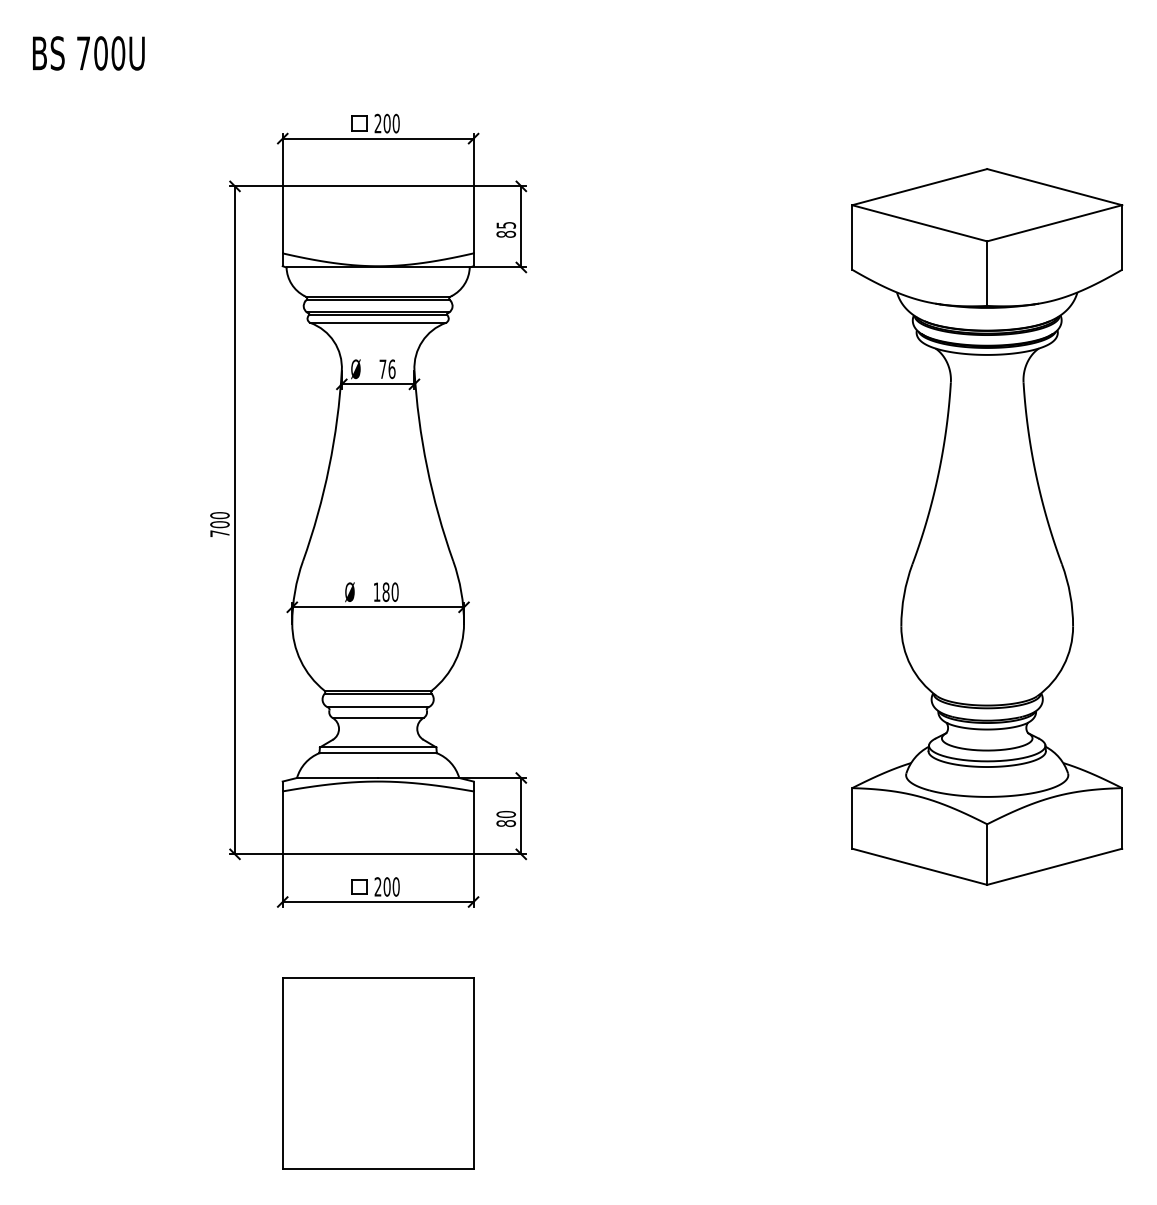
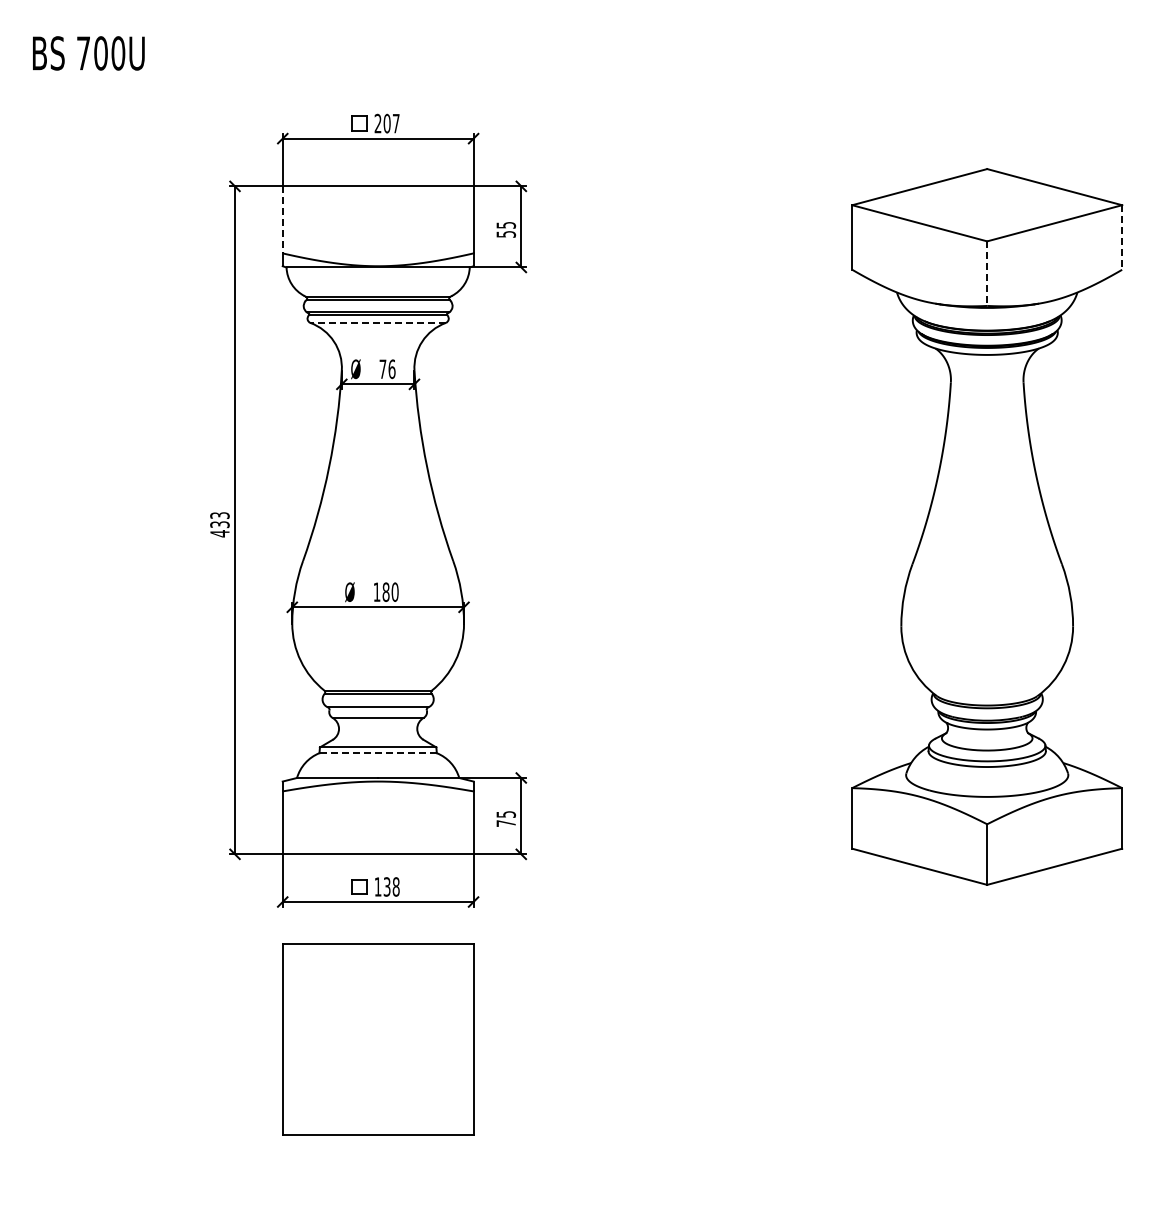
text at (395, 123): 200 -> 207
line at (282, 219): solid -> dashed
text at (506, 233): 85 -> 55
line at (1122, 238): solid -> dashed
line at (987, 274): solid -> dashed
line at (378, 322): solid -> dashed
text at (219, 524): 700 -> 433
line at (378, 753): solid -> dashed
text at (506, 819): 80 -> 75
text at (386, 886): 200 -> 138
part at (378, 1073) position: (378, 1073) -> (378, 1039)
